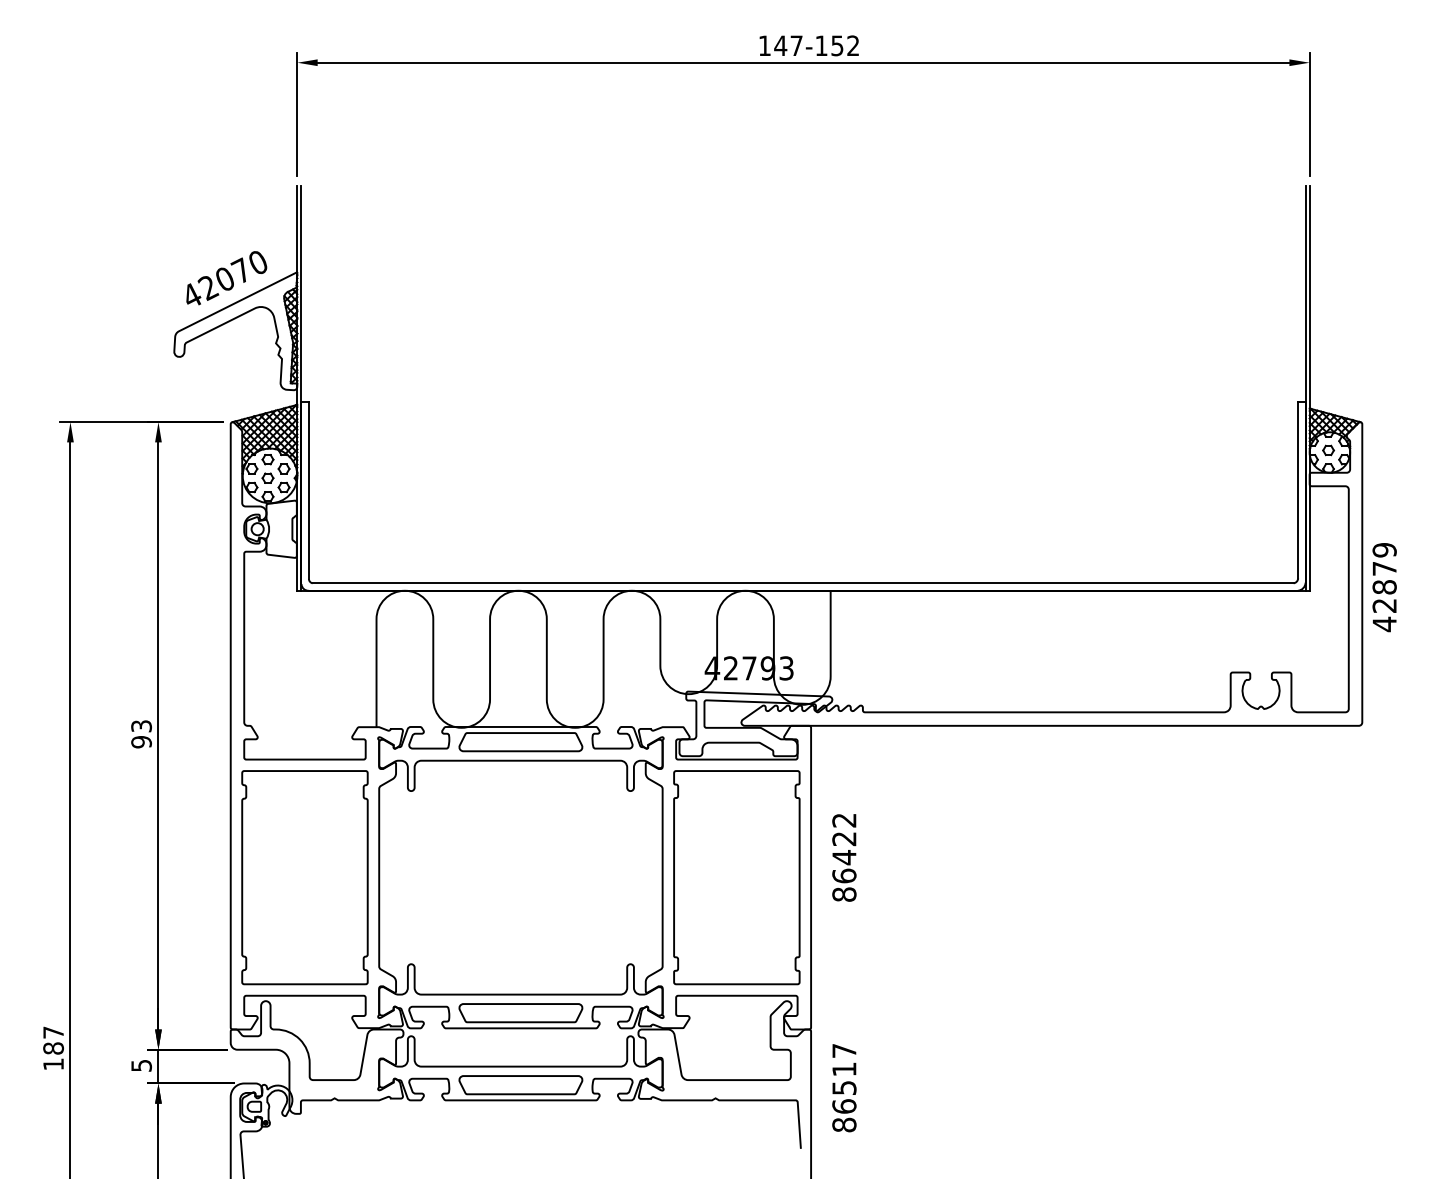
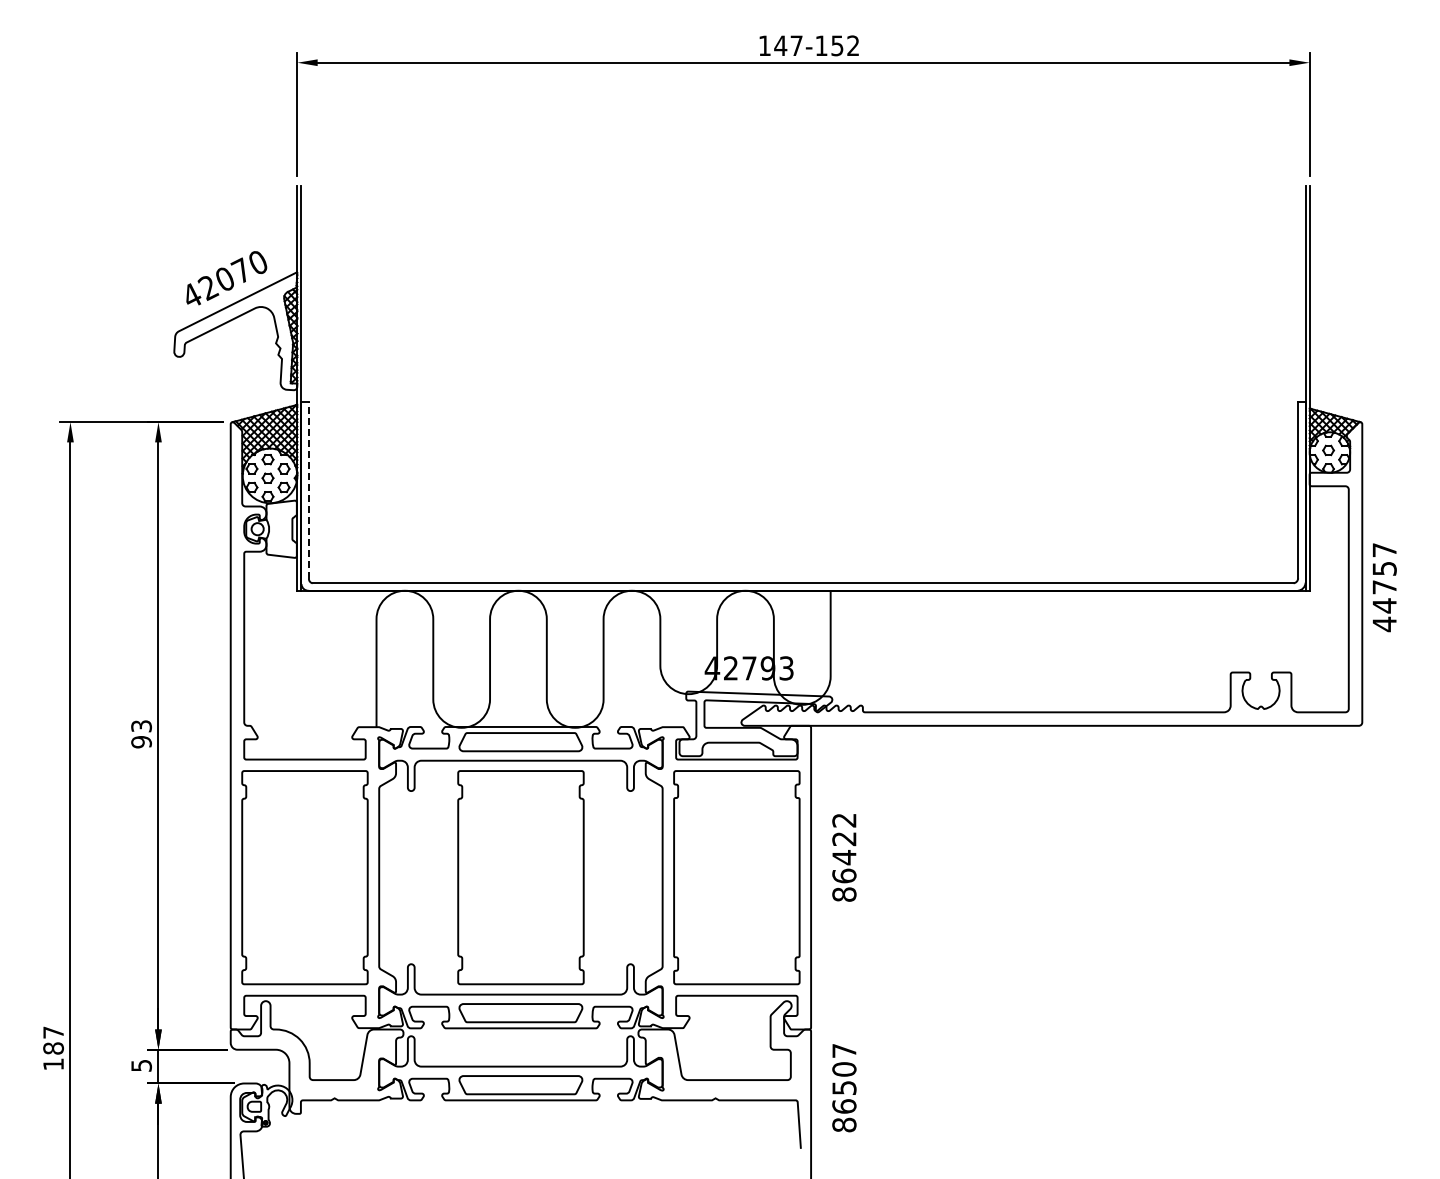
line at (308, 490): solid -> dashed
text at (1384, 578): 42879 -> 44757
part at (520, 877): none -> present
text at (844, 1069): 86517 -> 86507
